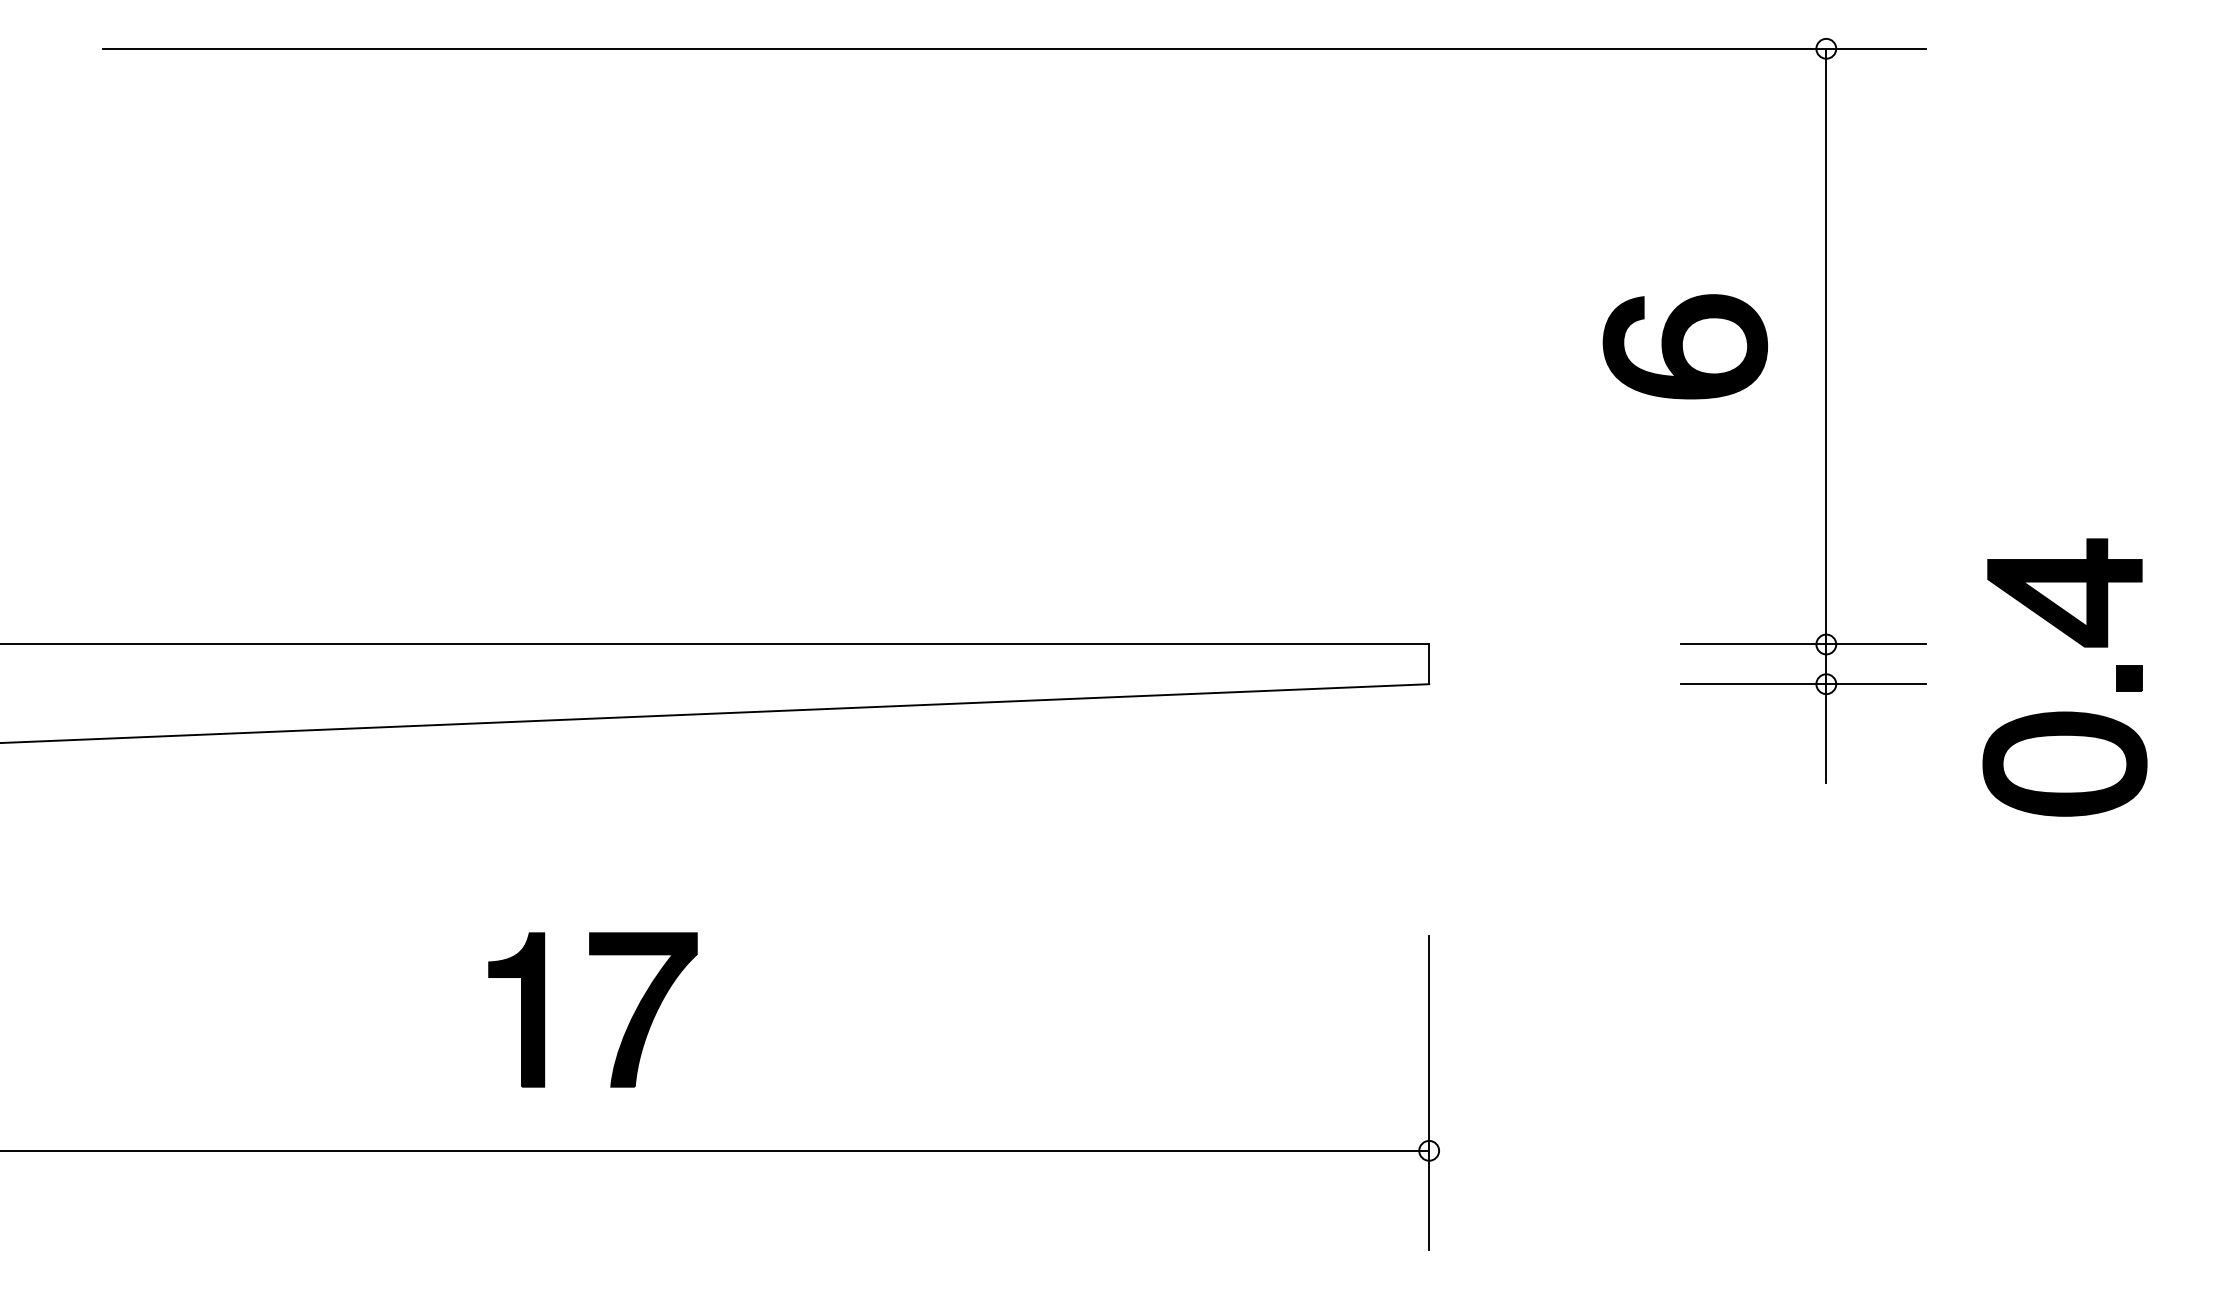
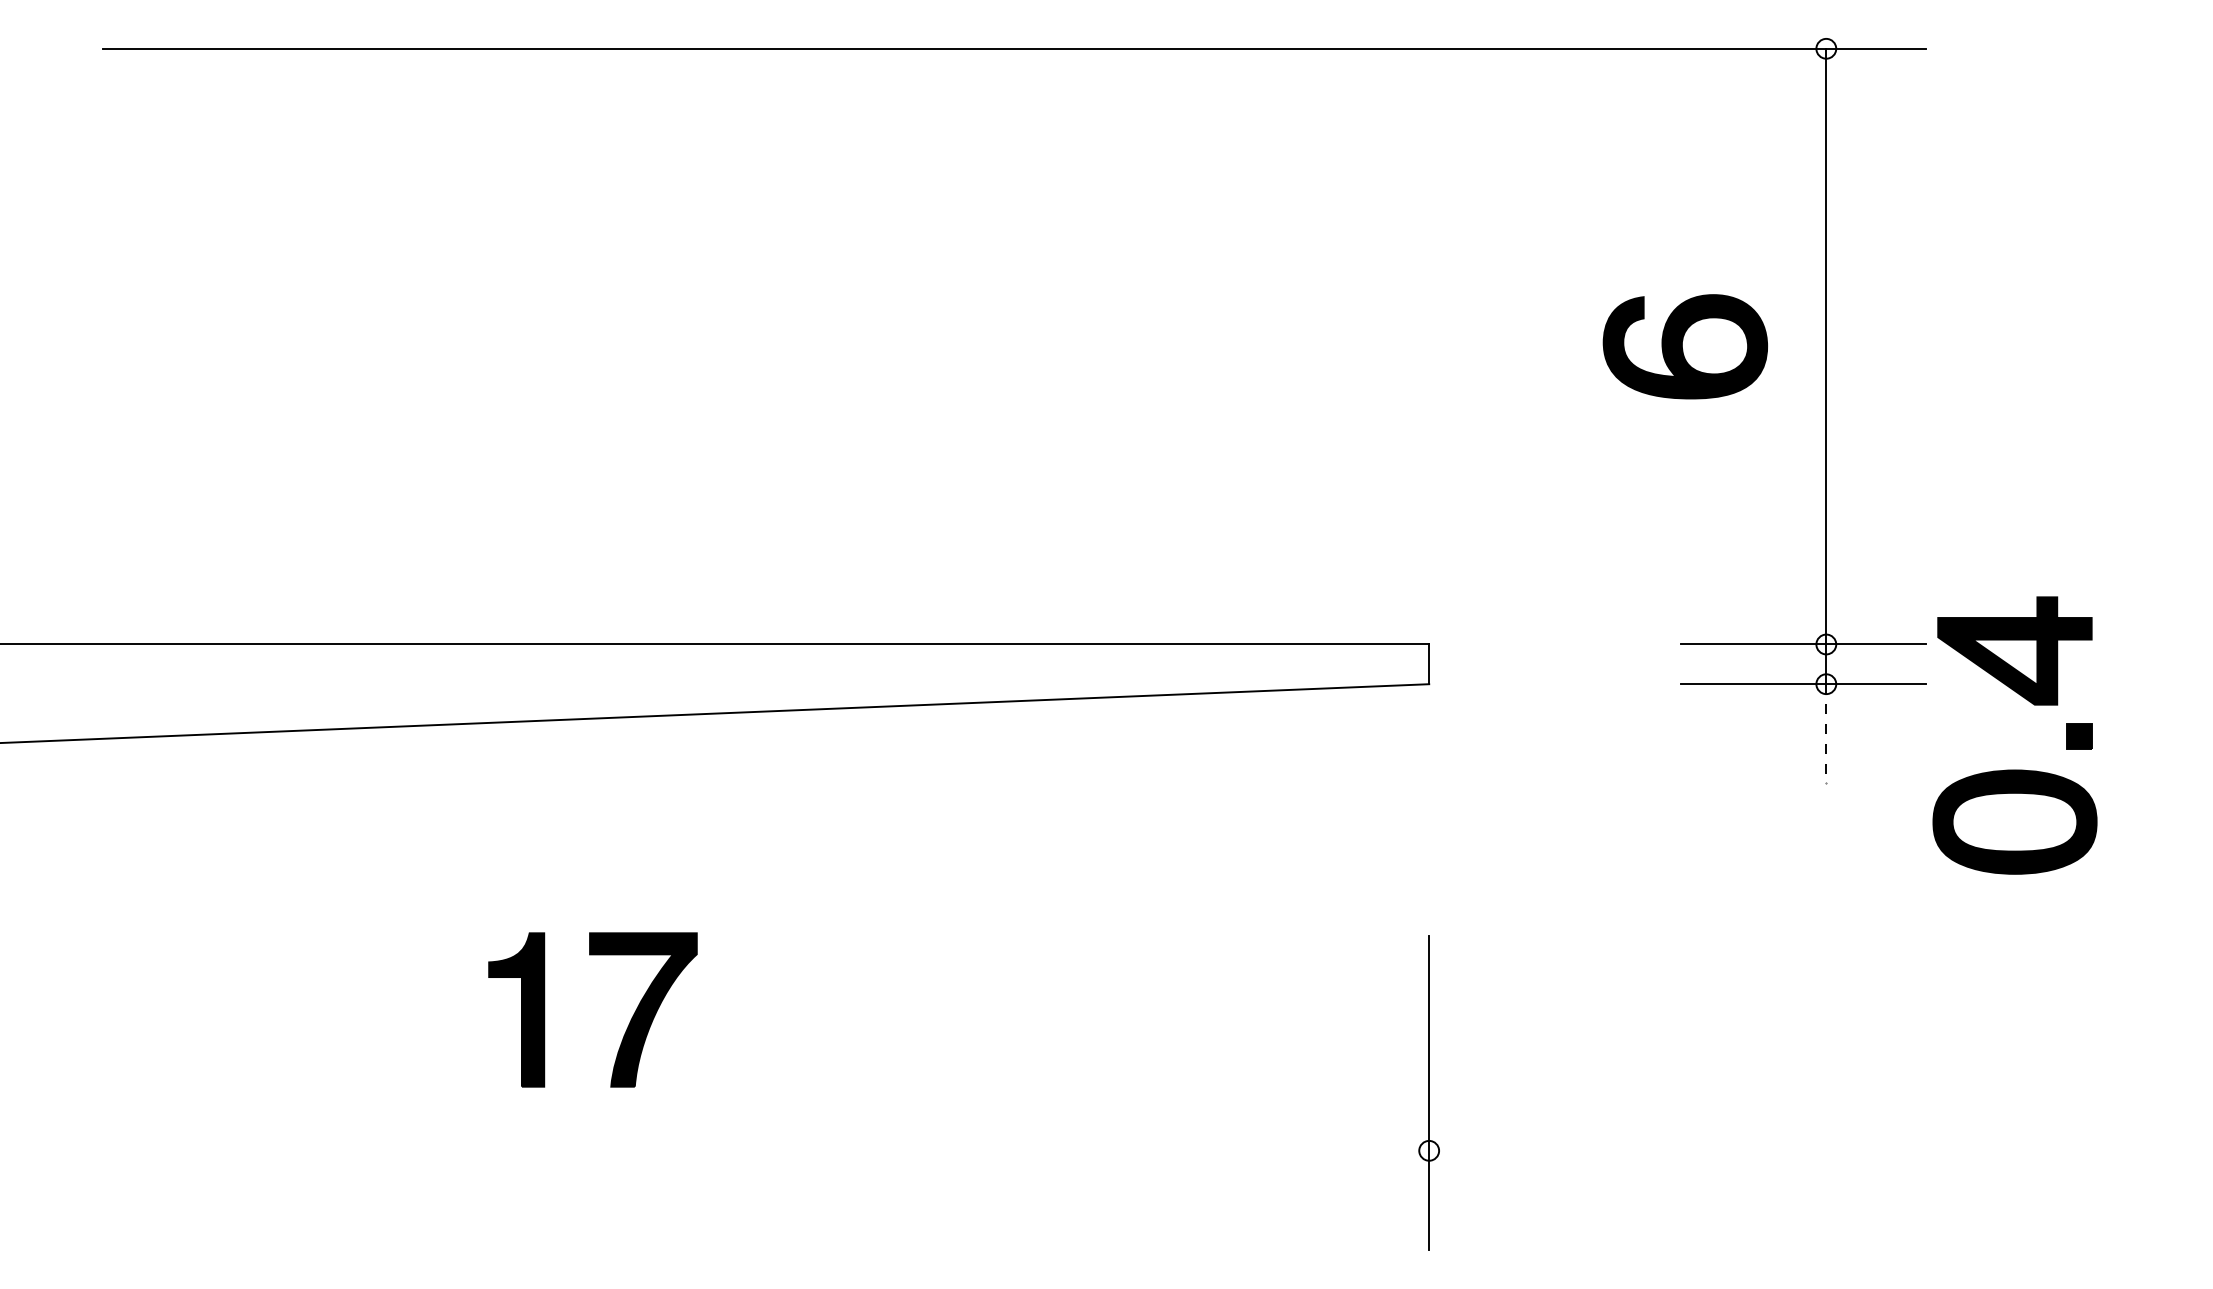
part at (2064, 711) position: (2064, 711) -> (2014, 769)
line at (1826, 733): solid -> dashed
line at (715, 1150): present -> none
